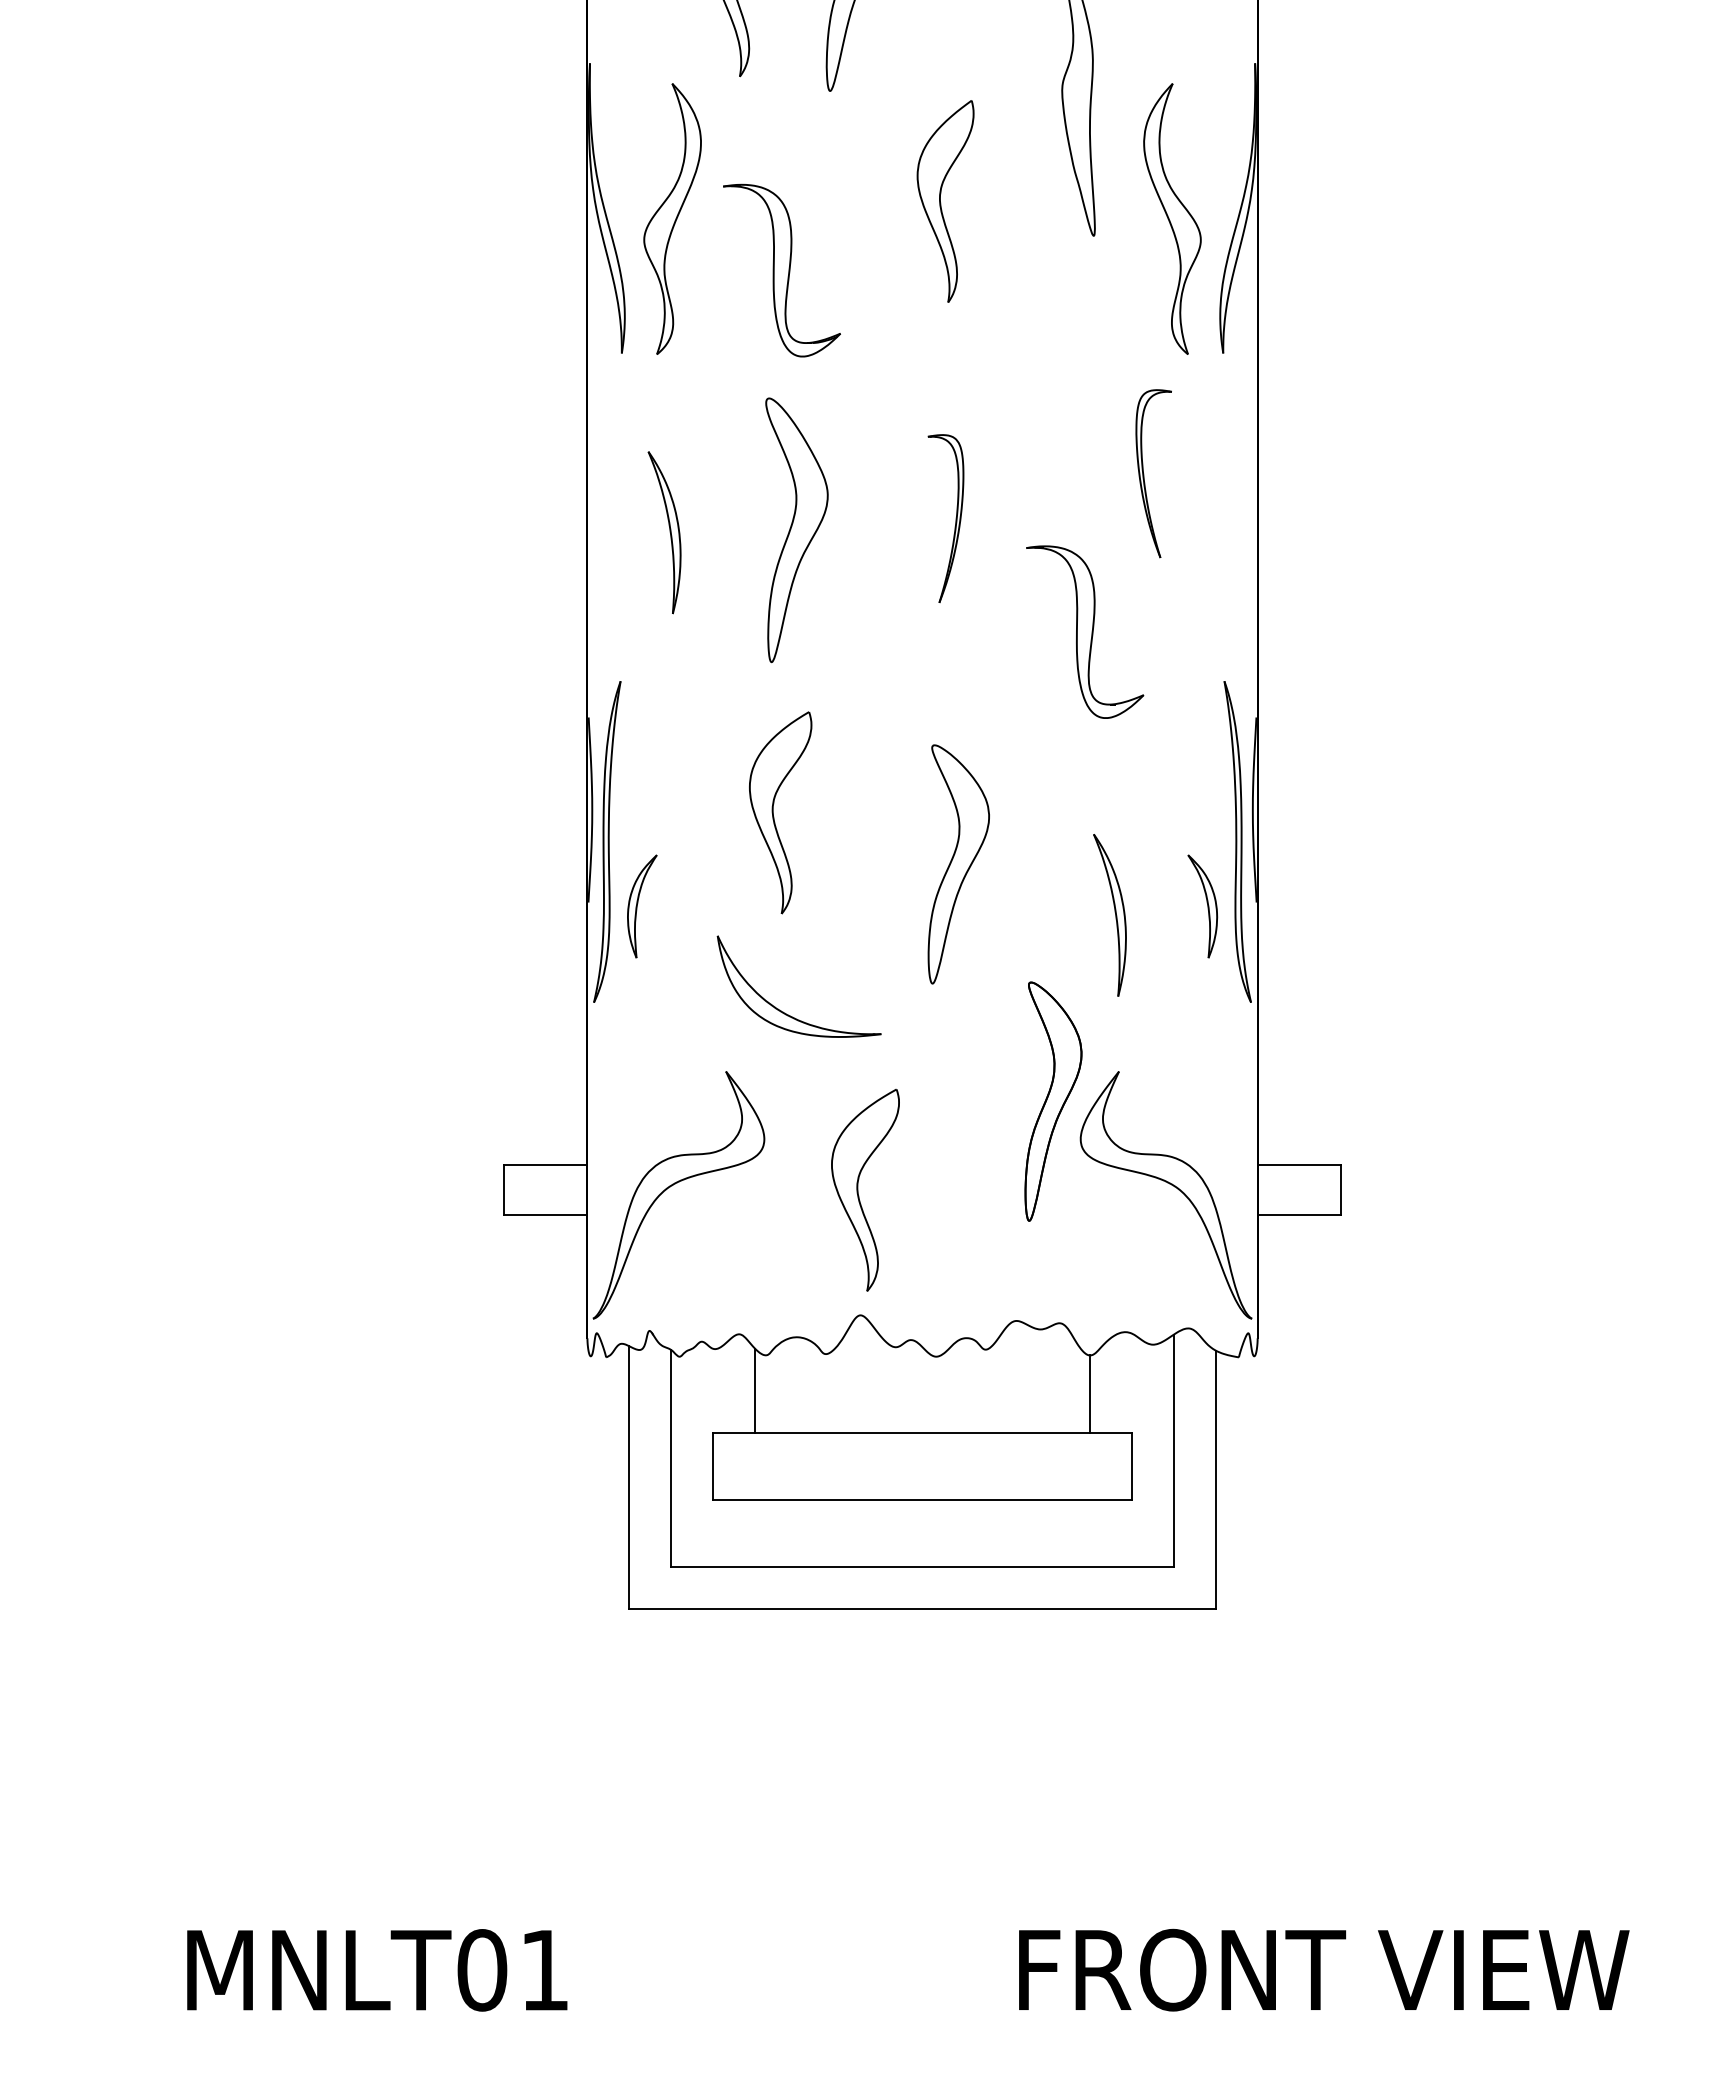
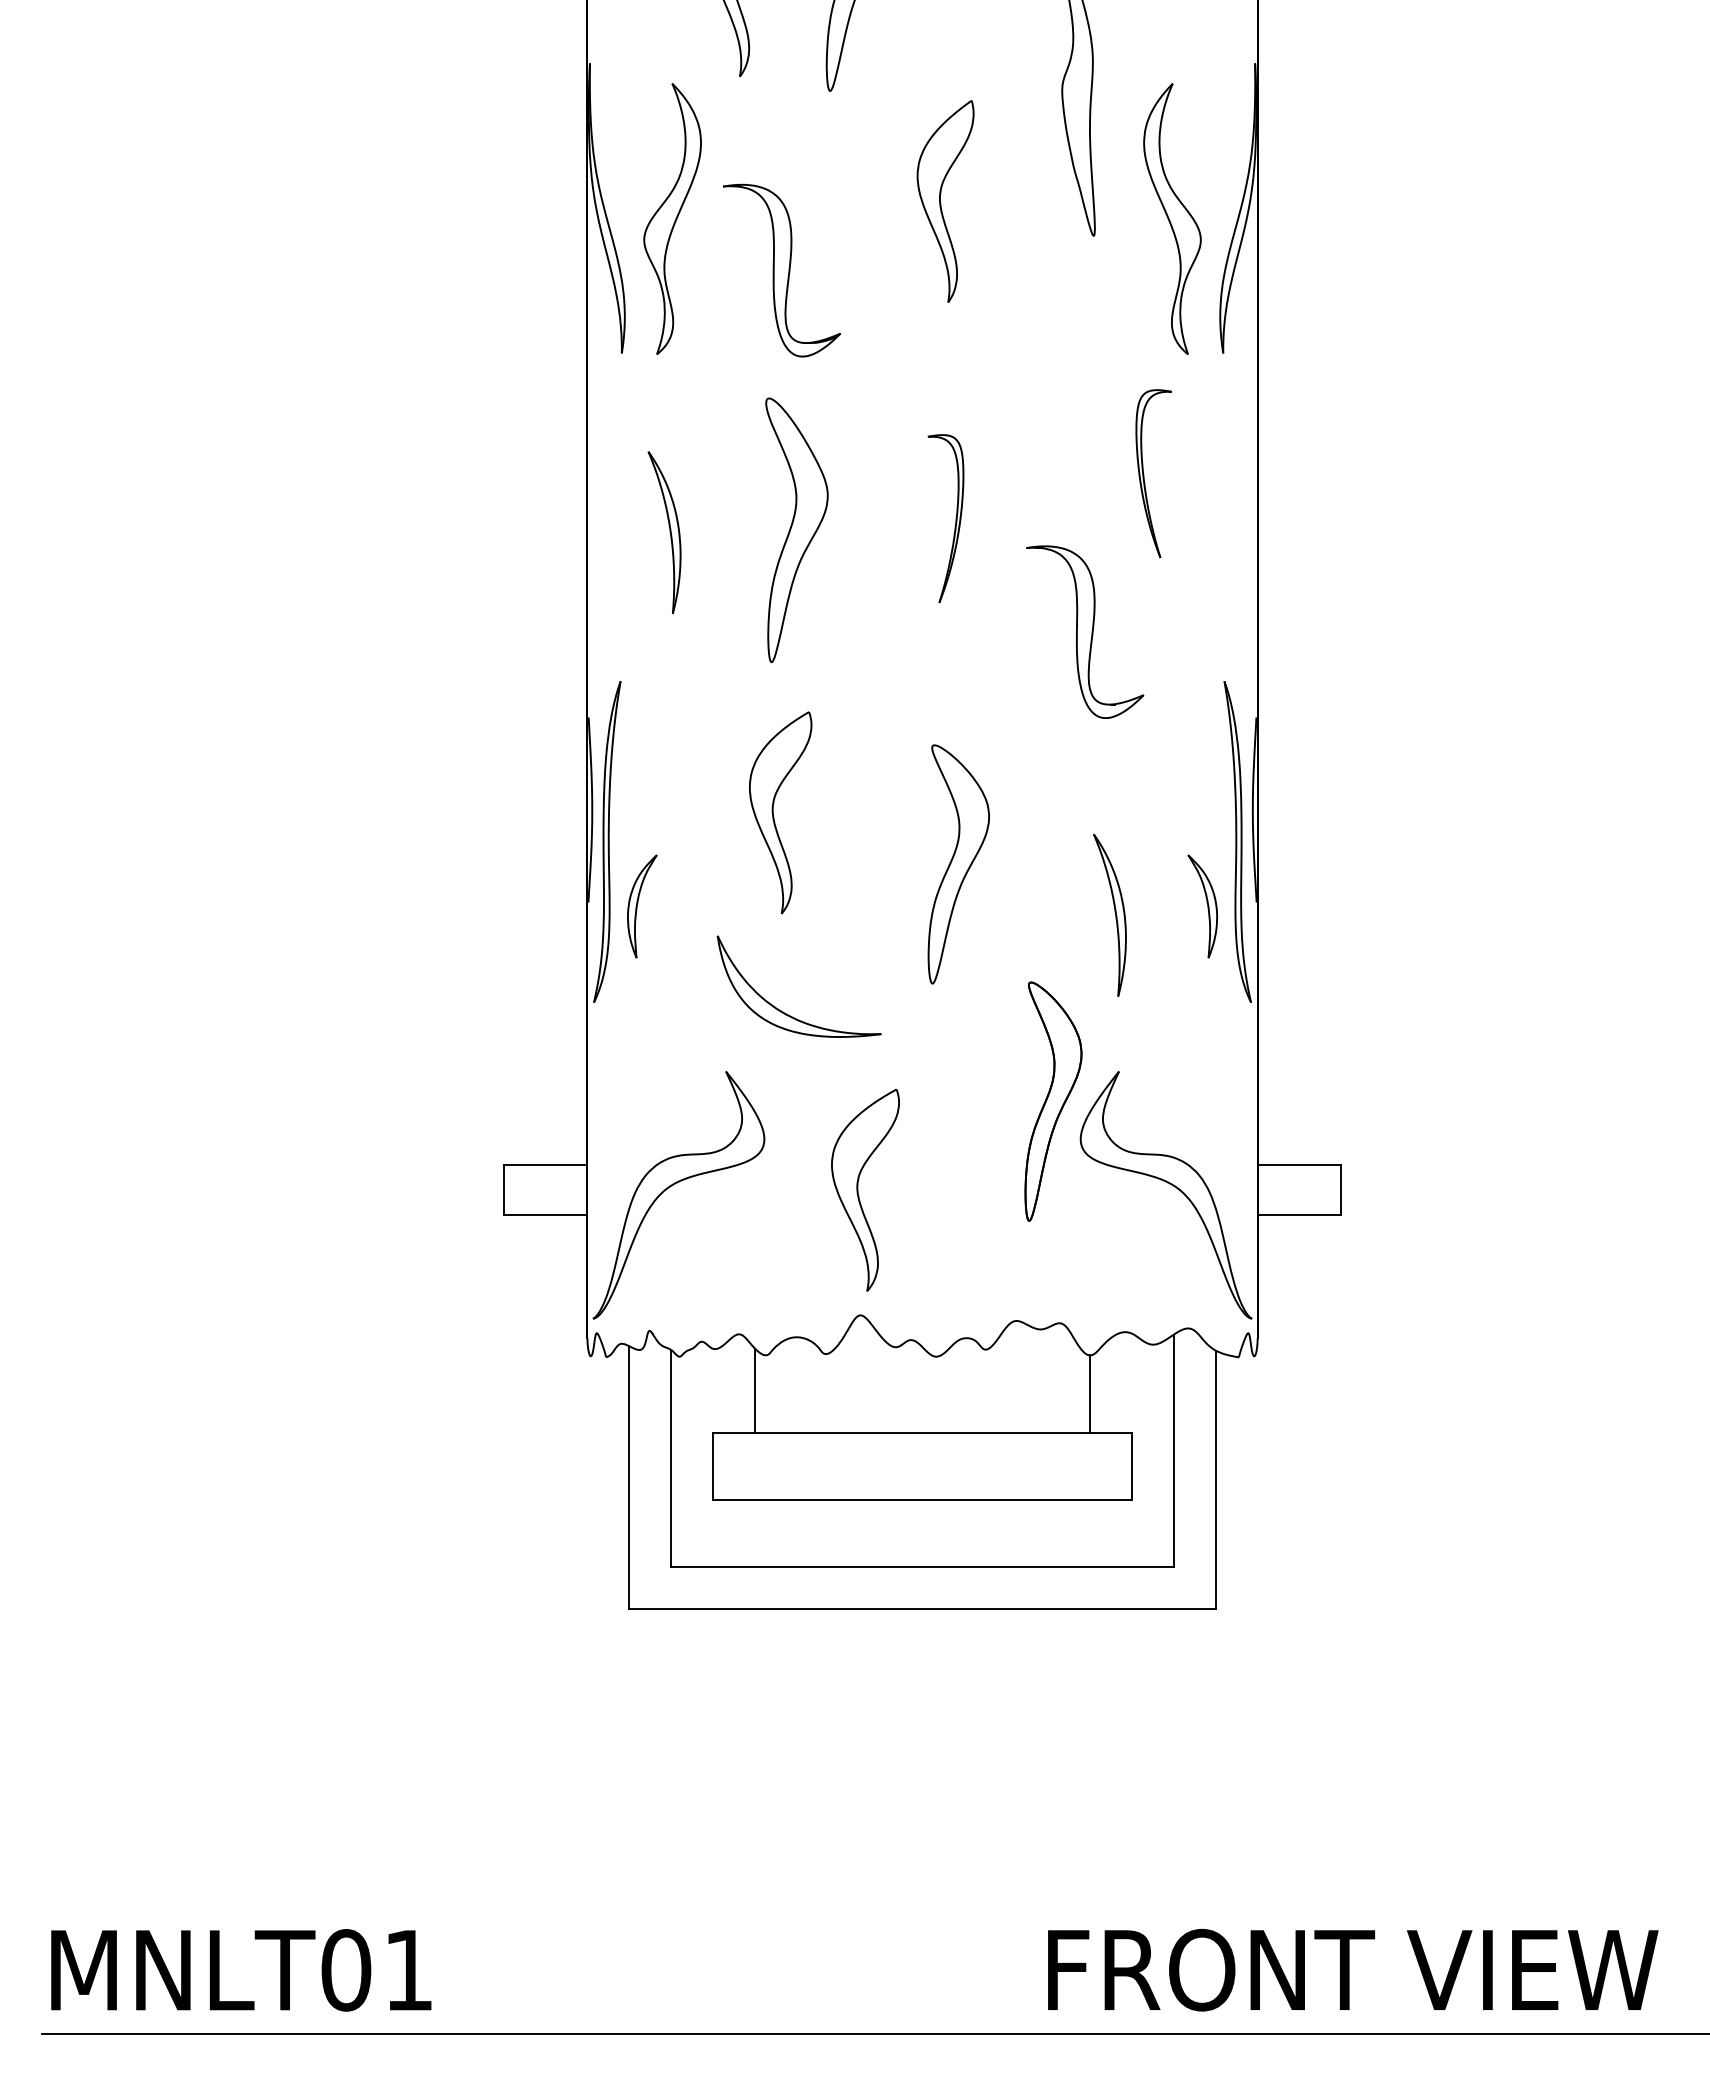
text at (1324, 1969) position: (1324, 1969) -> (1353, 1969)
text at (377, 1970) position: (377, 1970) -> (241, 1970)
line at (873, 2034): none -> present
